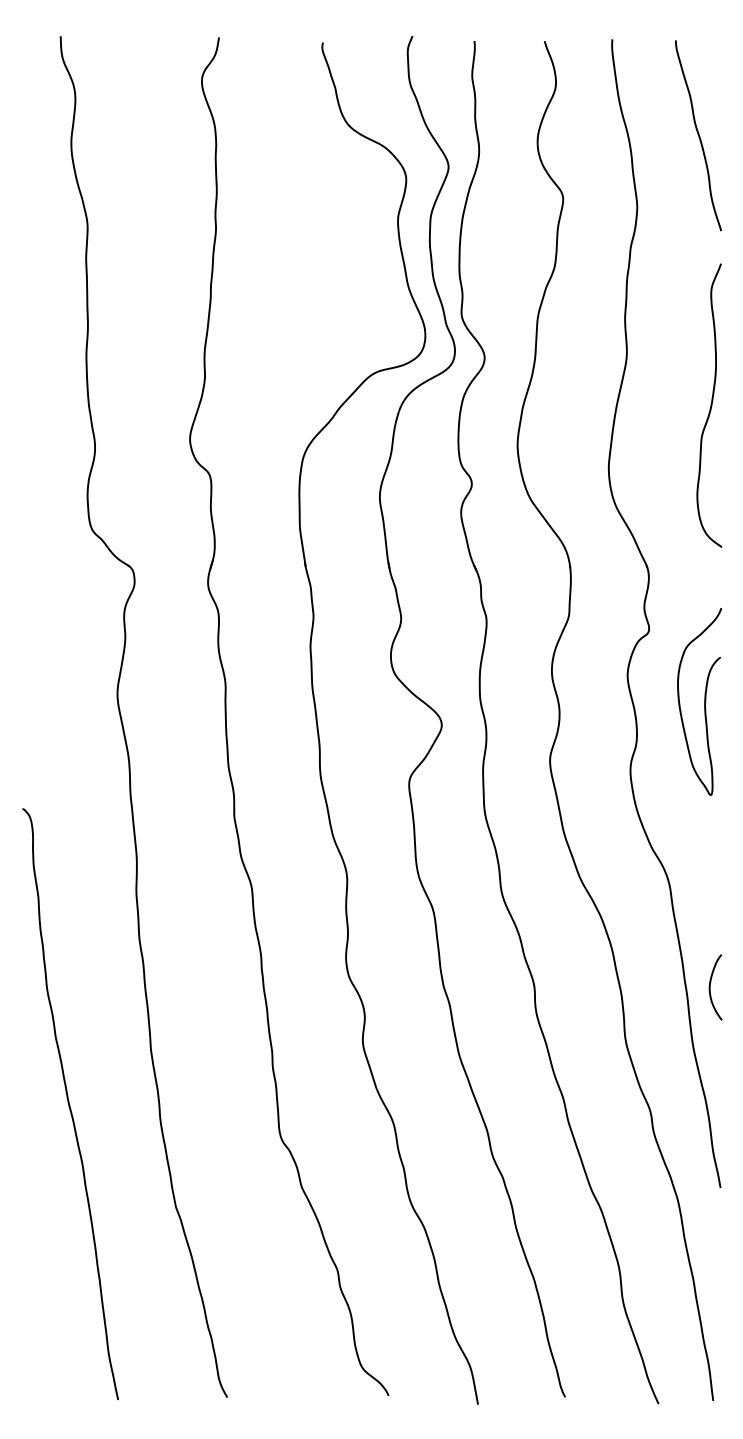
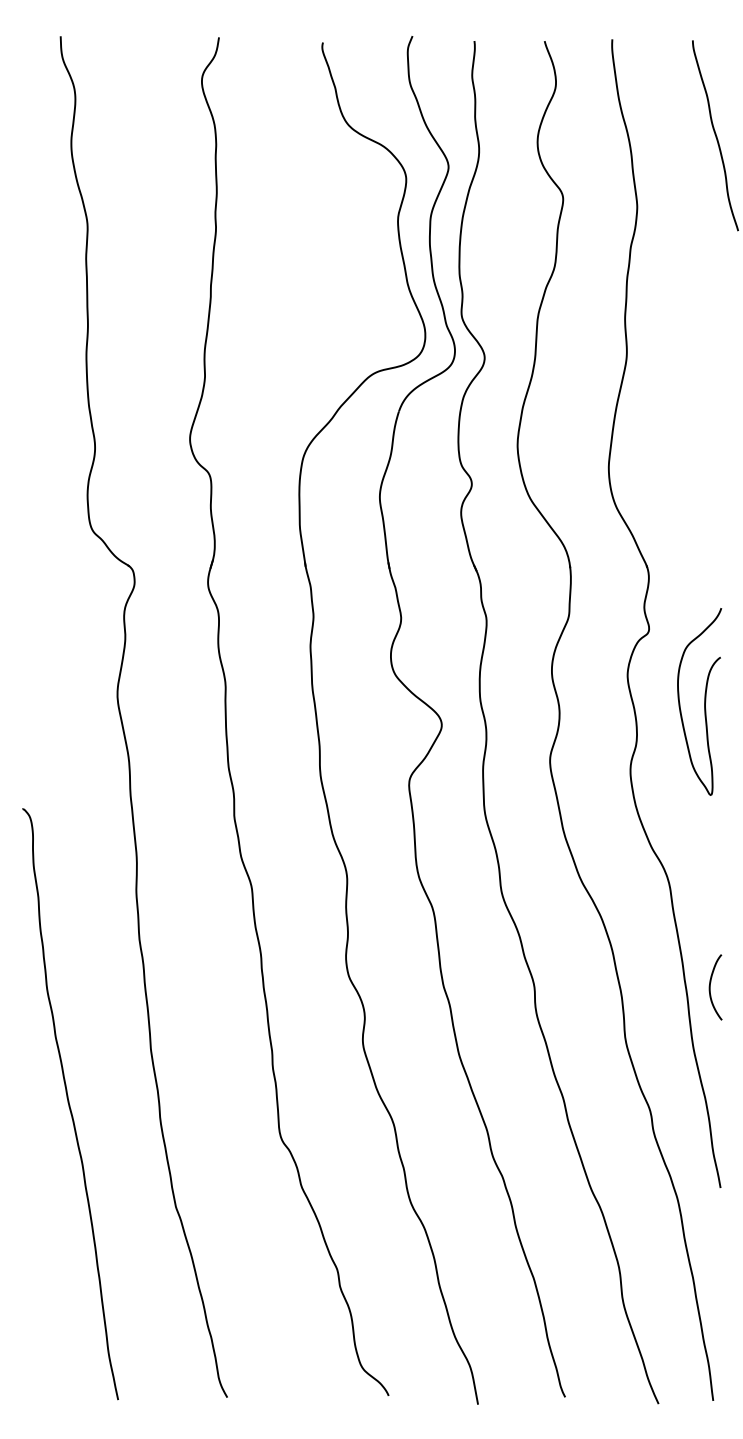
curve at (698, 135) position: (698, 135) -> (715, 135)
curve at (710, 405): present -> none
